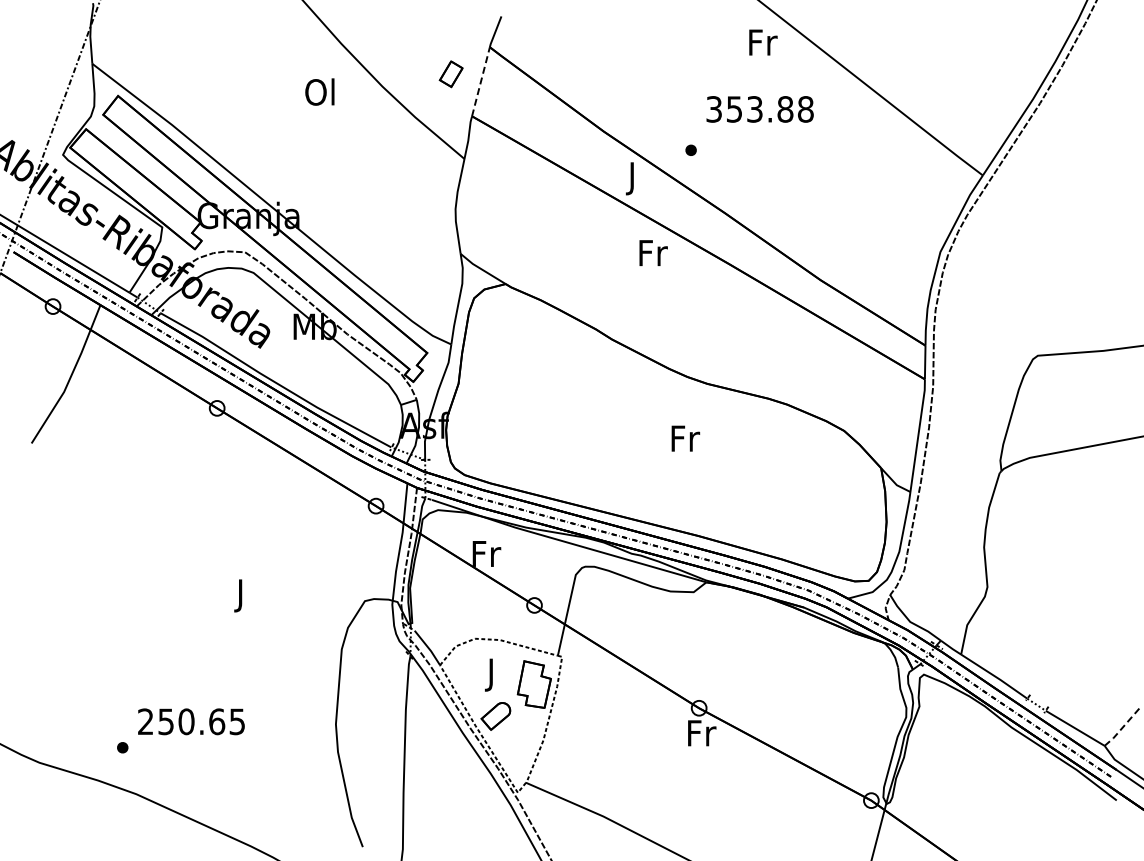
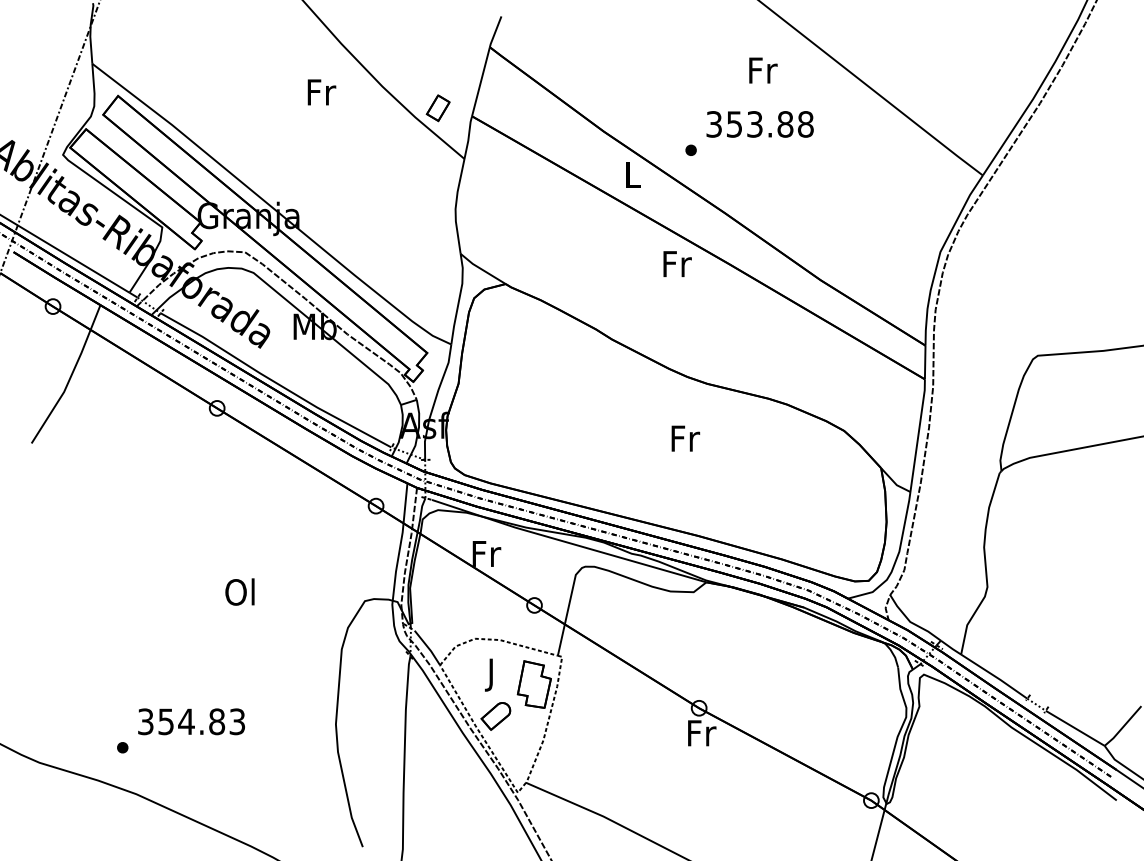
text at (763, 42) position: (763, 42) -> (763, 70)
part at (450, 74) position: (450, 74) -> (437, 108)
line at (480, 81): dashed -> solid
text at (320, 91): Ol -> Fr
text at (759, 109) position: (759, 109) -> (759, 124)
text at (632, 178): J -> L
text at (653, 252) position: (653, 252) -> (677, 263)
text at (239, 595): J -> Ol
text at (191, 721): 250.65 -> 354.83
line at (1123, 727): dashed -> solid
